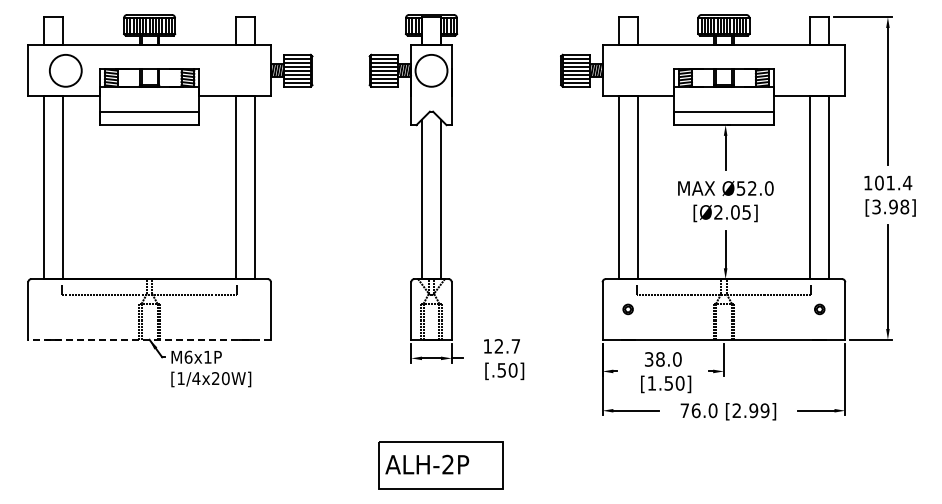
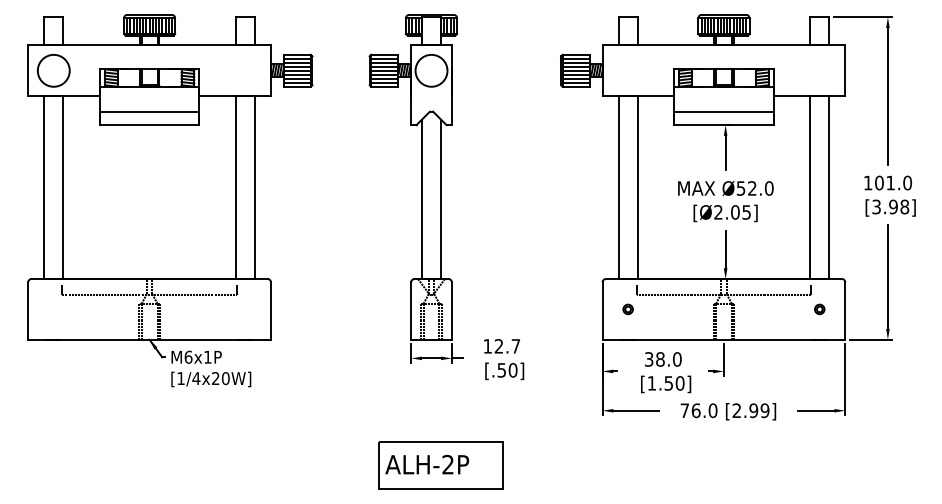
circle at (65, 70) position: (65, 70) -> (53, 70)
text at (907, 182): 101.4 -> 101.0
line at (149, 339): dashed -> solid
